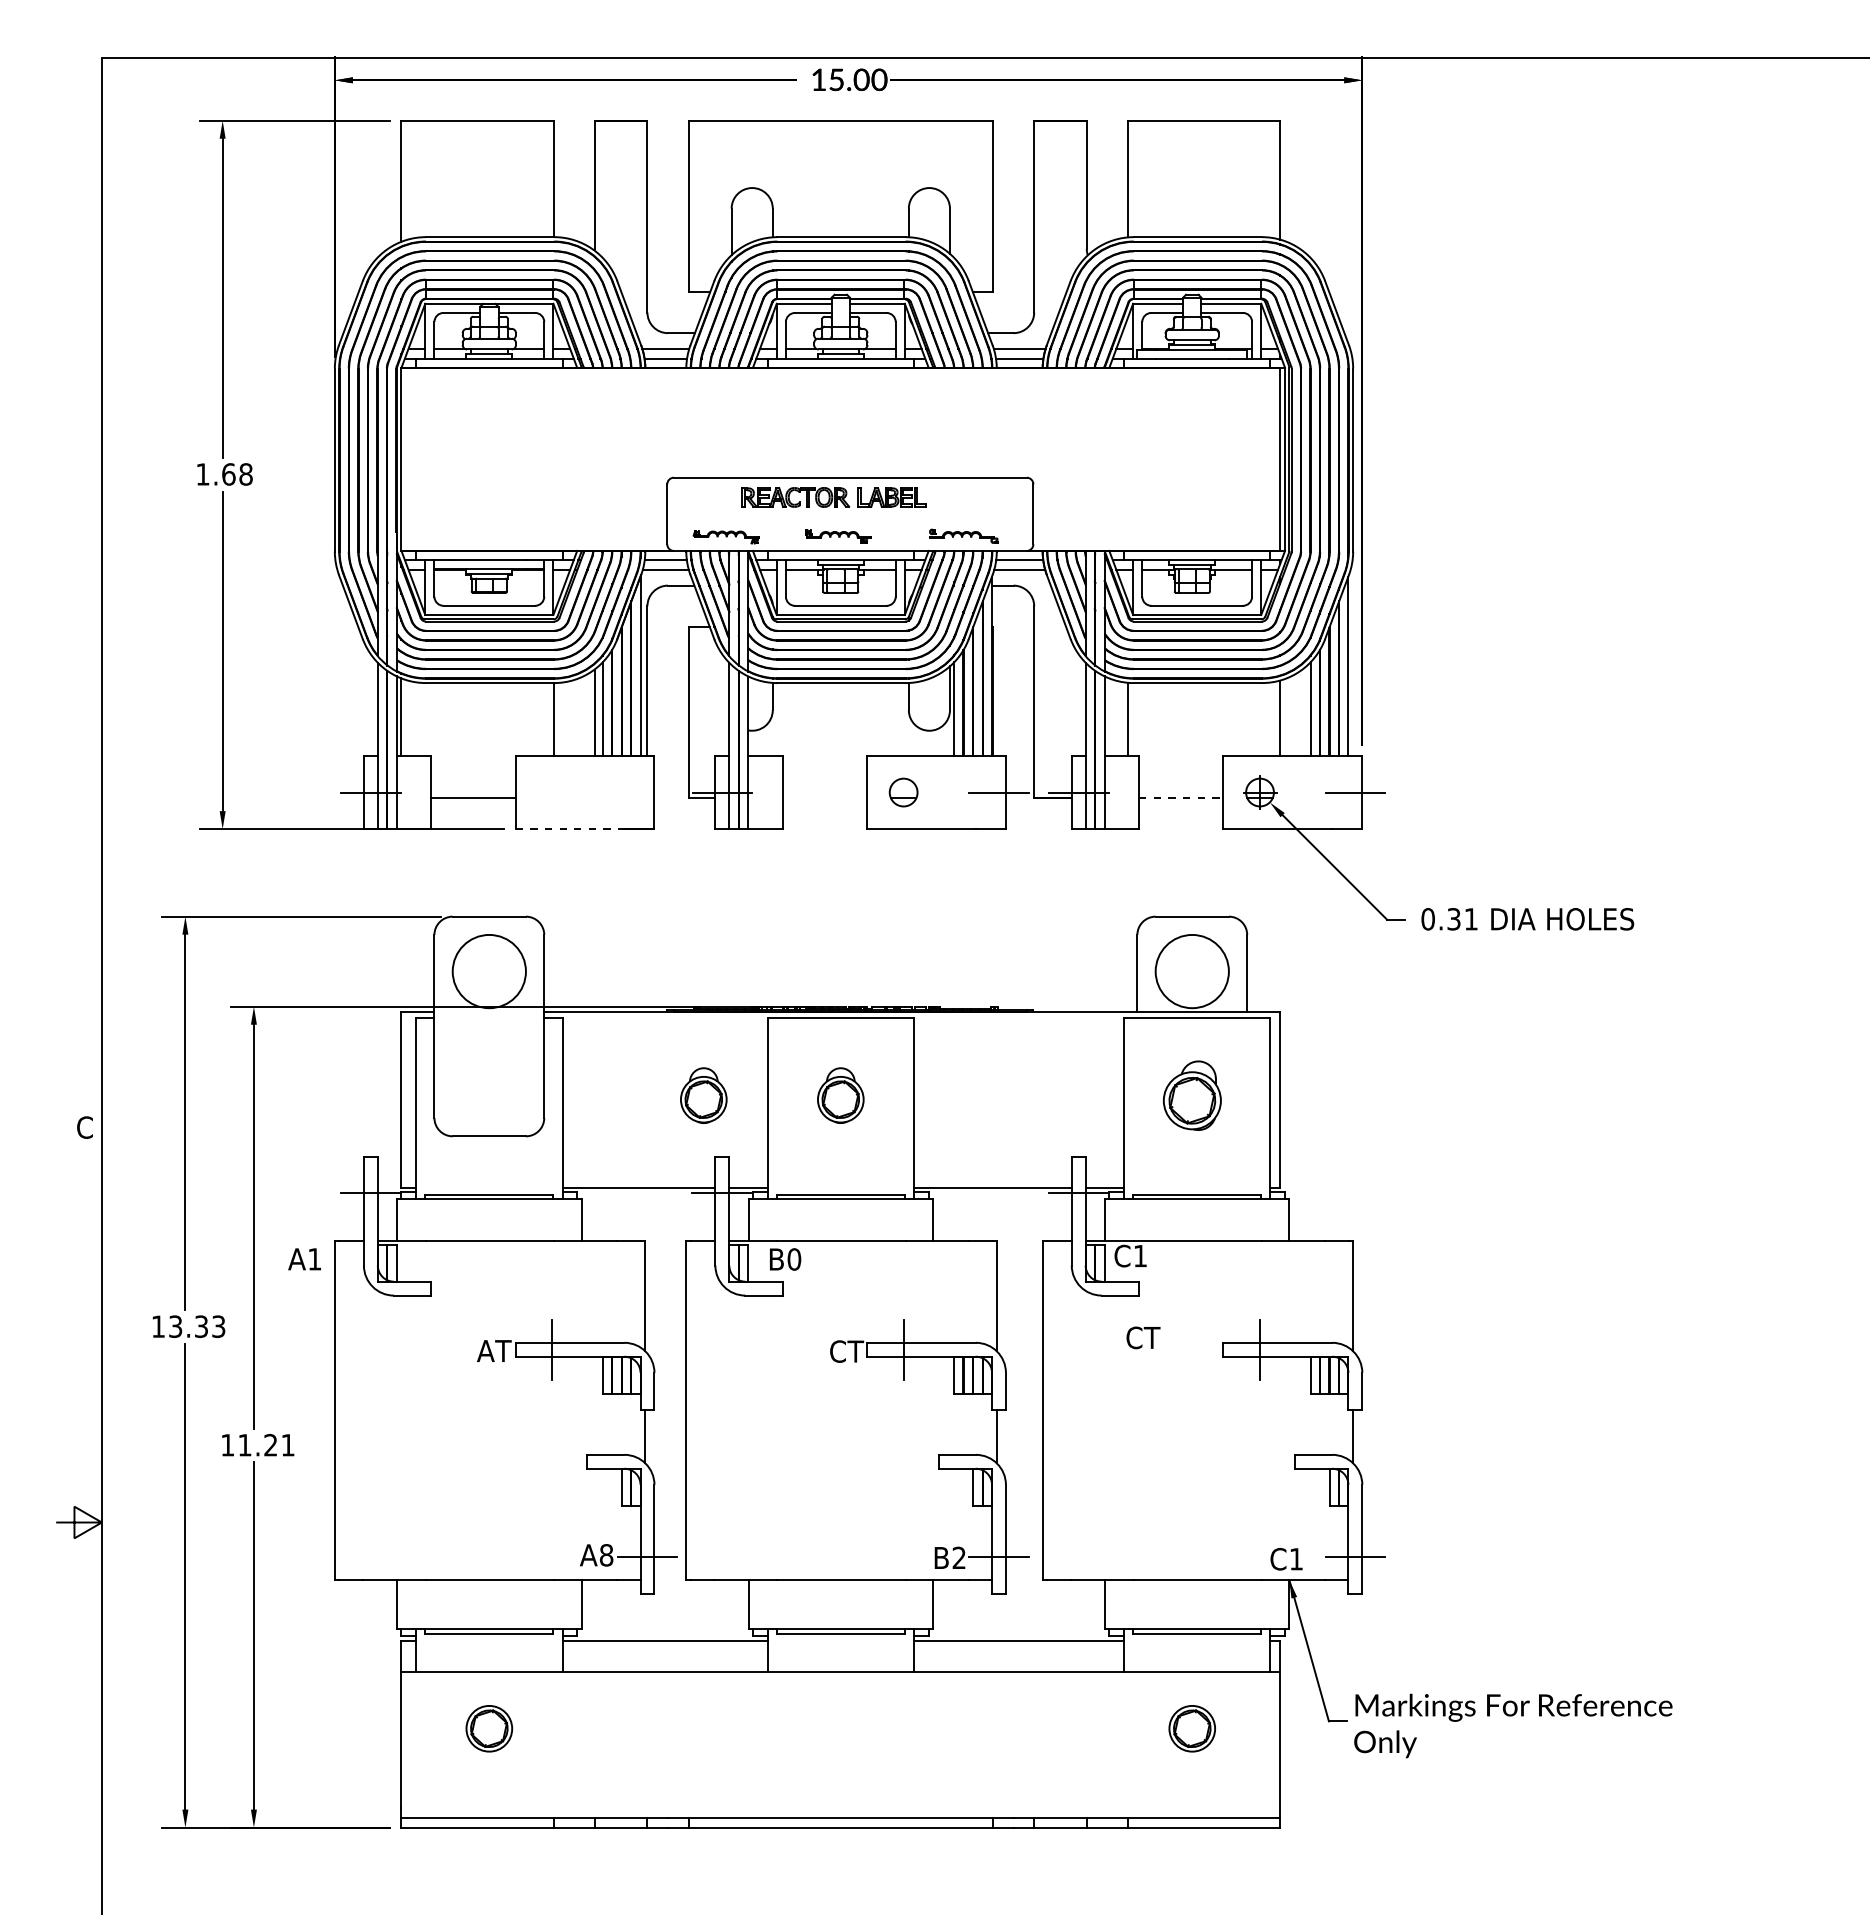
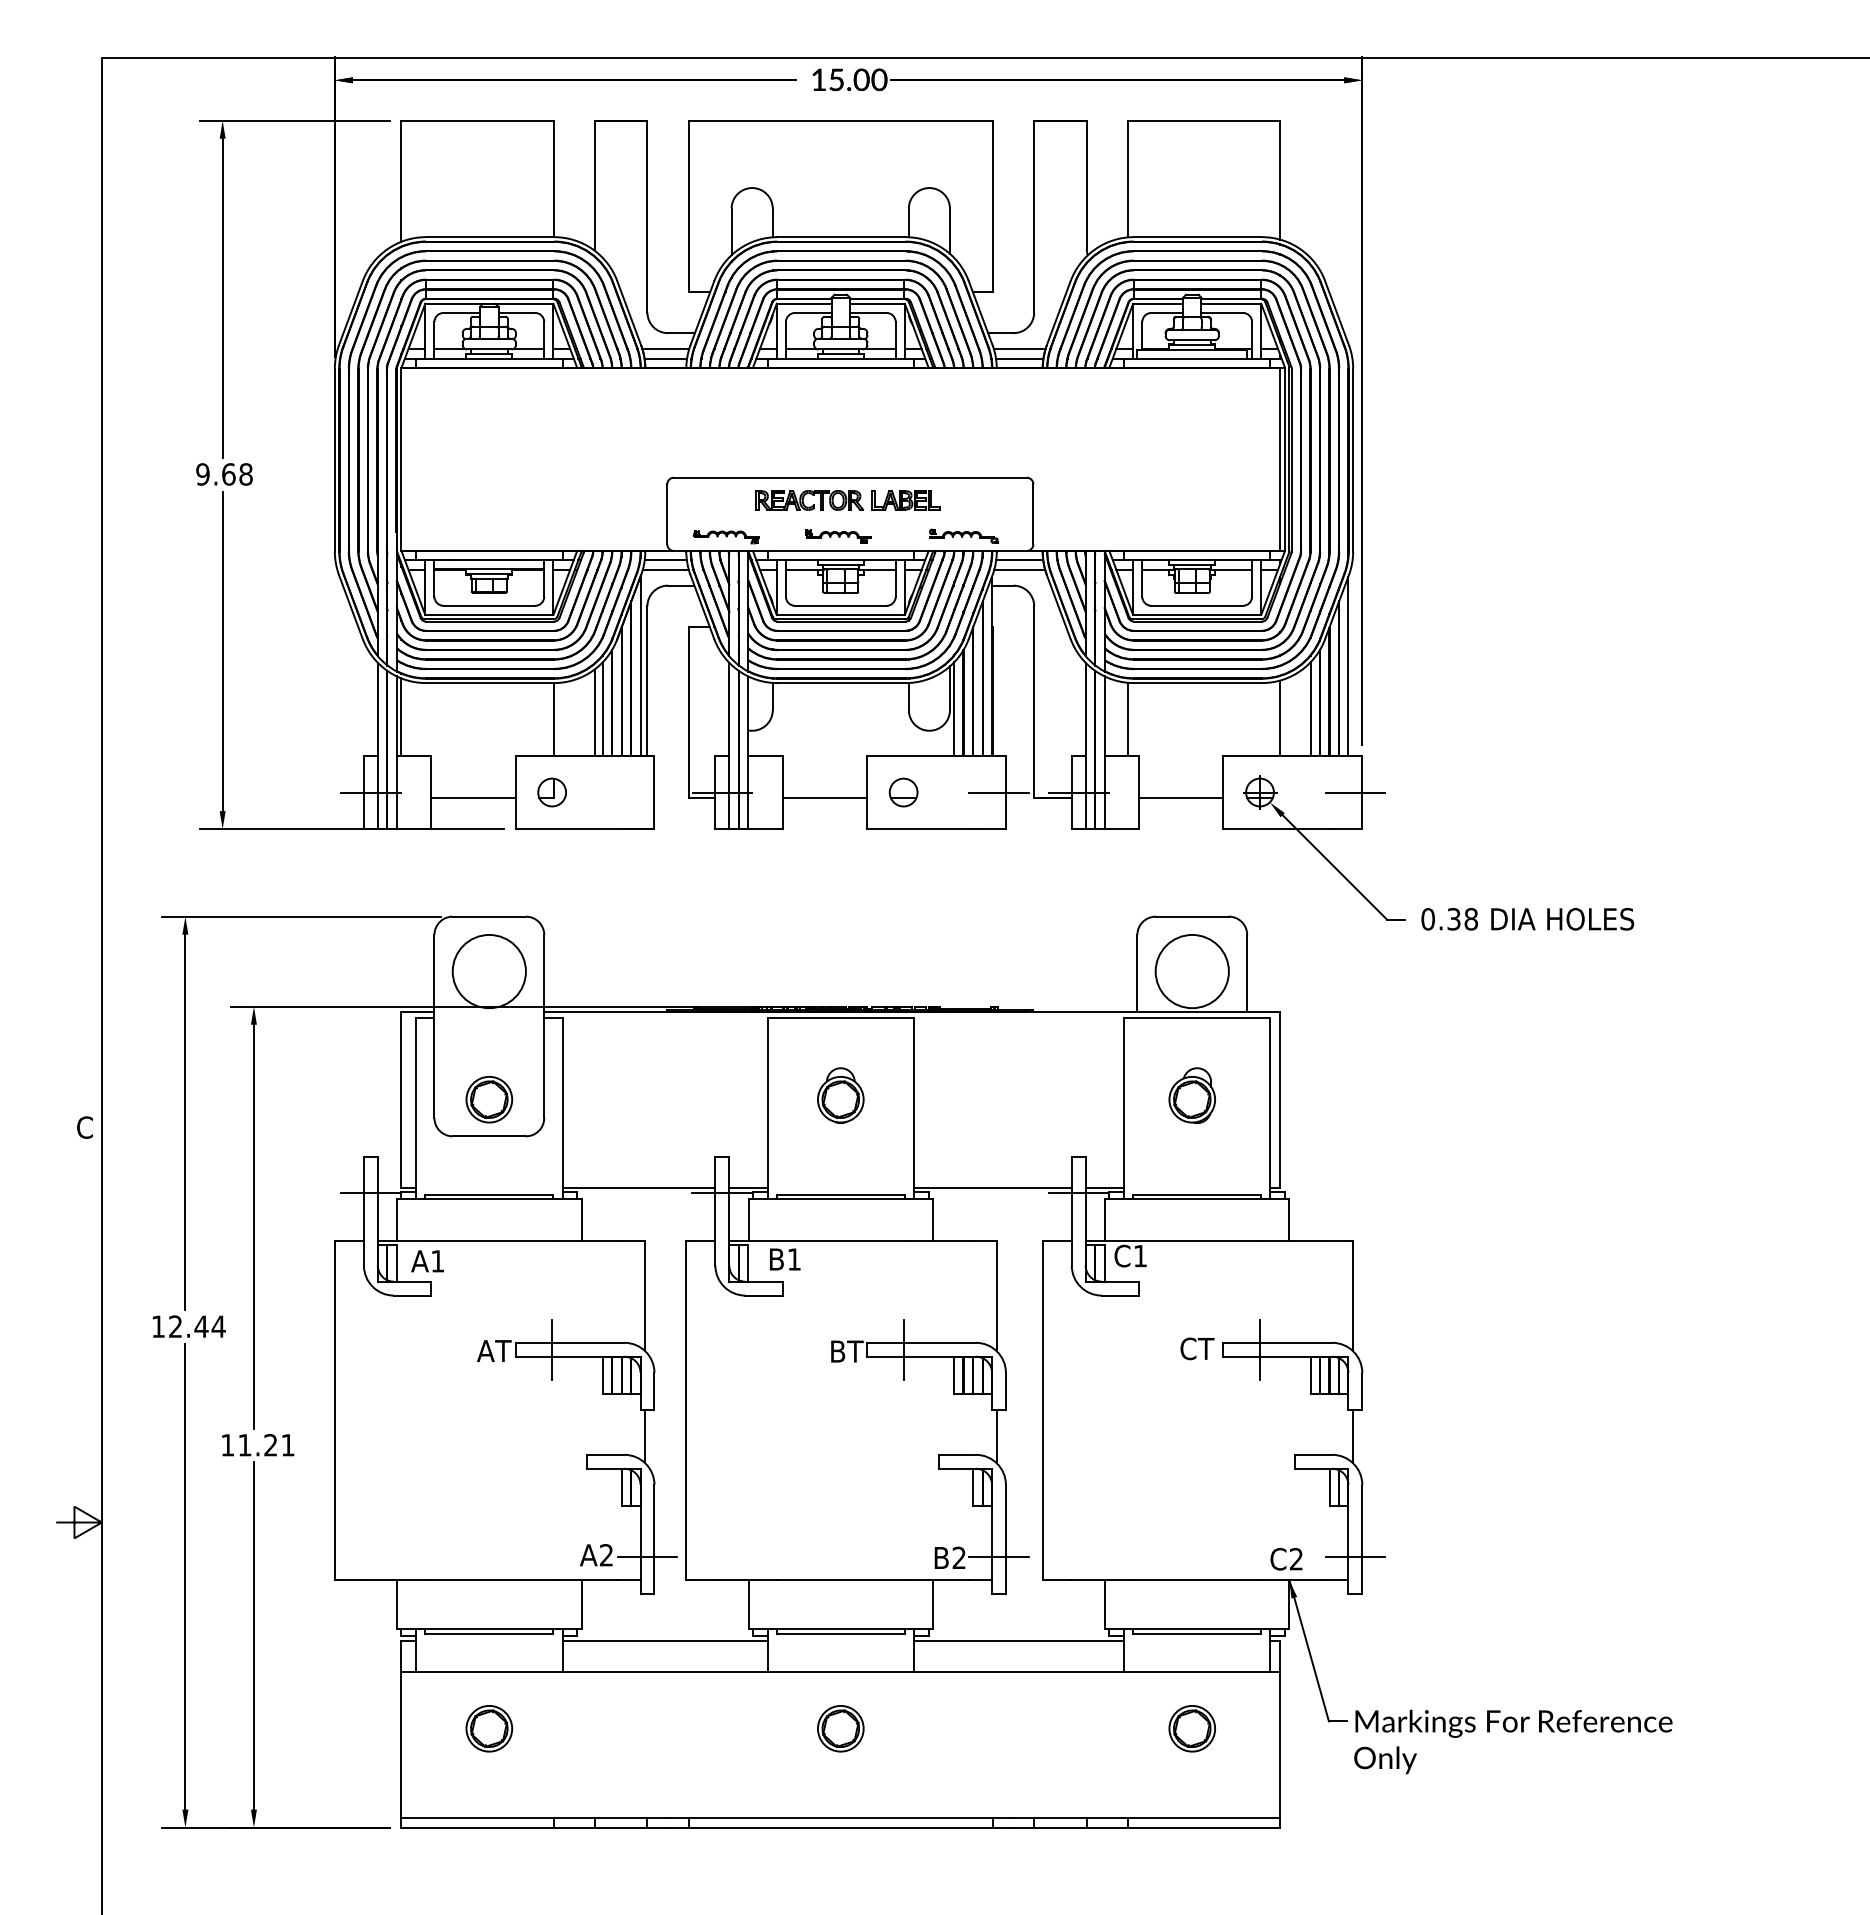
text at (202, 474): 1.68 -> 9.68
part at (833, 497) position: (833, 497) -> (847, 500)
part at (551, 792): none -> present
line at (824, 798): none -> present
line at (1181, 798): dashed -> solid
line at (570, 829): dashed -> solid
text at (1471, 919): 0.31 -> 0.38
part at (703, 1095): present -> none
part at (1191, 1095) size: 60x71 px -> 48x57 px
part at (489, 1099): none -> present
text at (304, 1259) position: (304, 1259) -> (427, 1261)
text at (794, 1259): B0 -> B1
text at (197, 1326): 13.33 -> 12.44
text at (1143, 1337) position: (1143, 1337) -> (1197, 1348)
text at (847, 1351): CT -> BT
text at (606, 1555): A8 -> A2
text at (1295, 1559): C1 -> C2
text at (1513, 1725) position: (1513, 1725) -> (1513, 1741)
part at (840, 1728): none -> present
